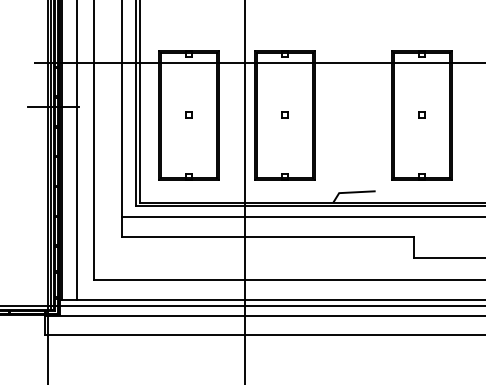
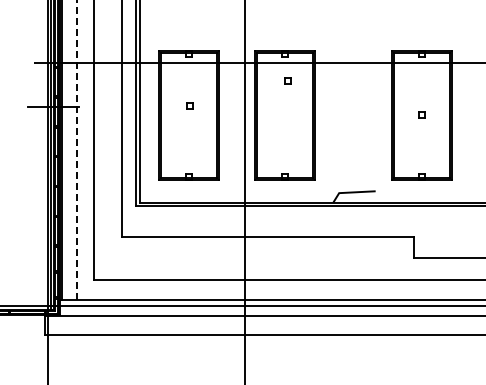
part at (188, 114) position: (188, 114) -> (189, 105)
part at (284, 114) position: (284, 114) -> (287, 80)
line at (76, 150): solid -> dashed
line at (302, 216): present -> none
